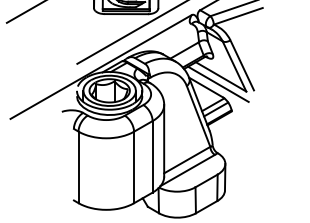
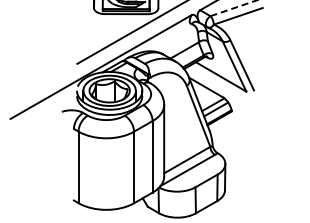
line at (234, 8): solid -> dashed
line at (24, 12): present -> none
line at (218, 83): present -> none
